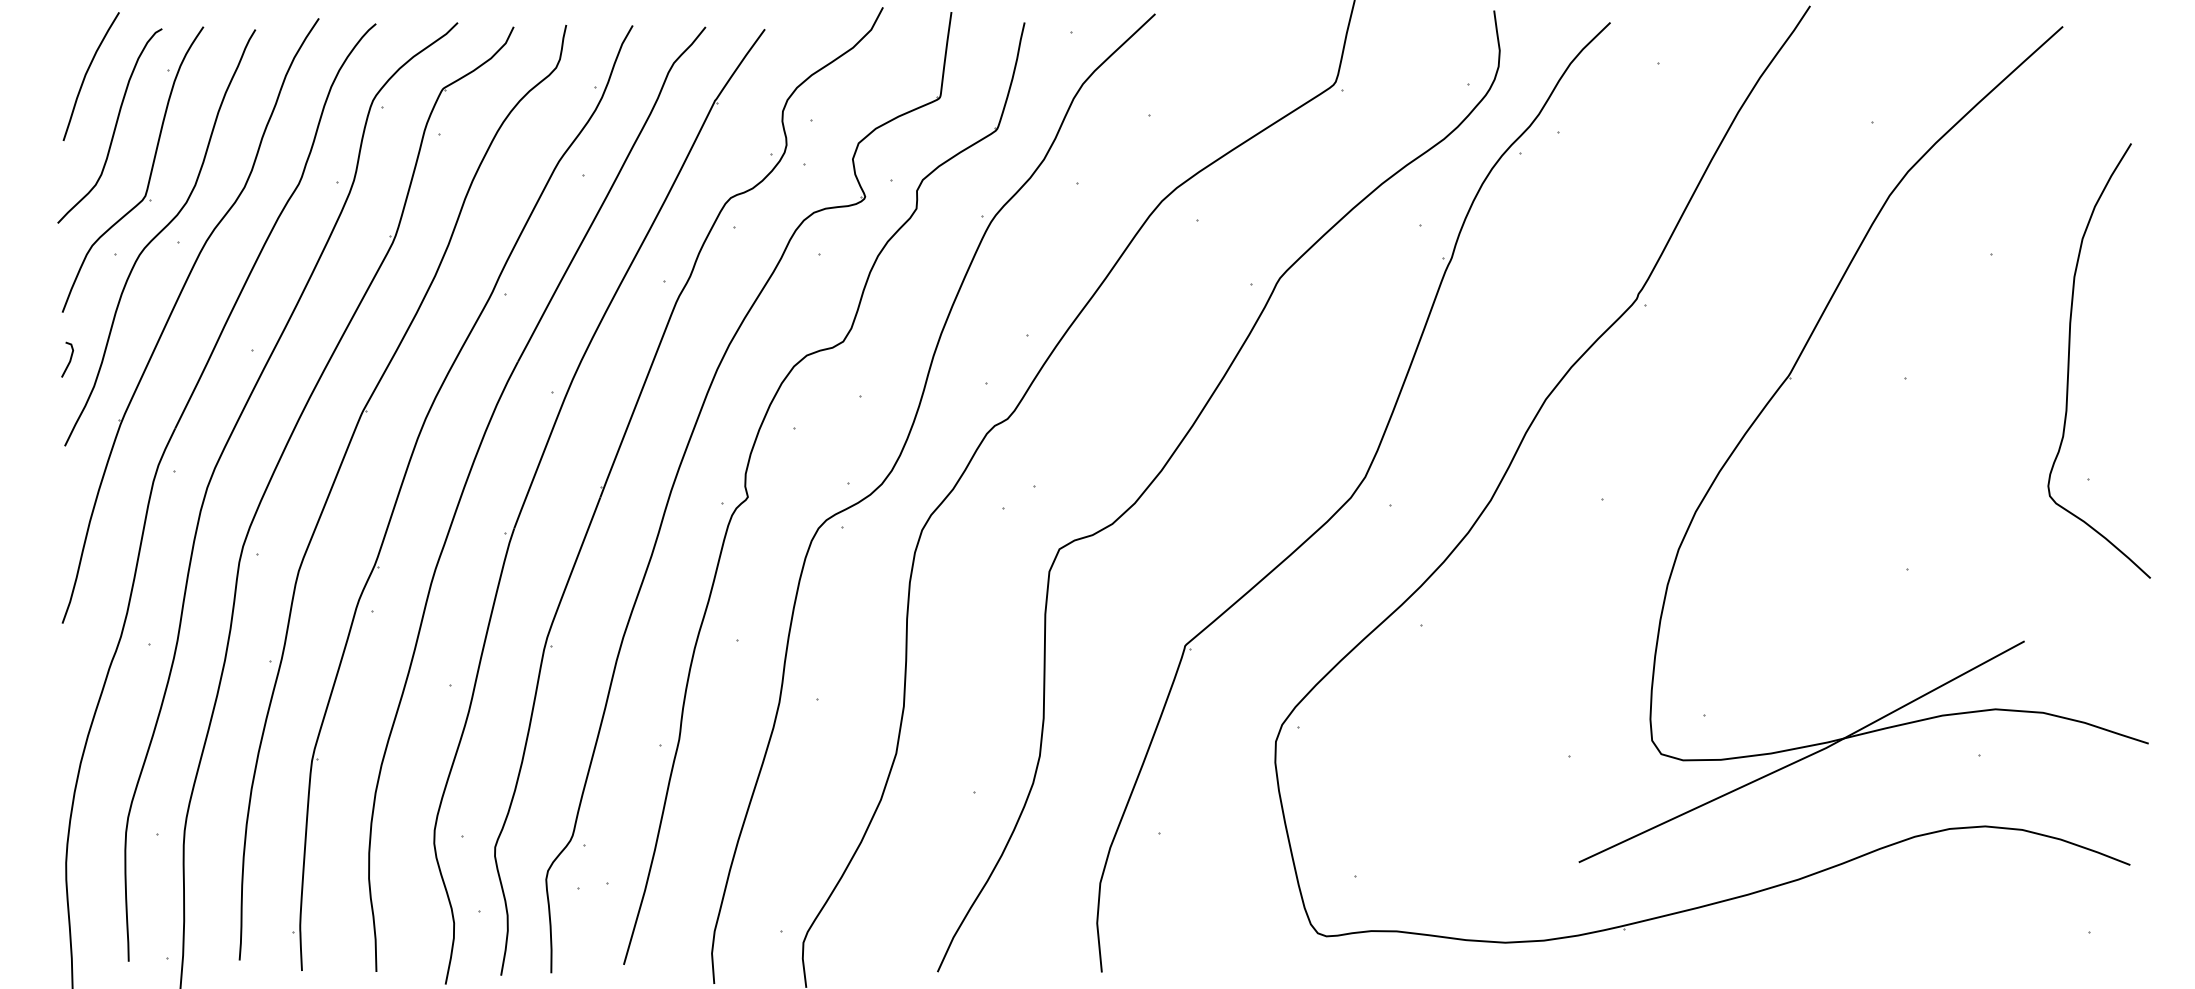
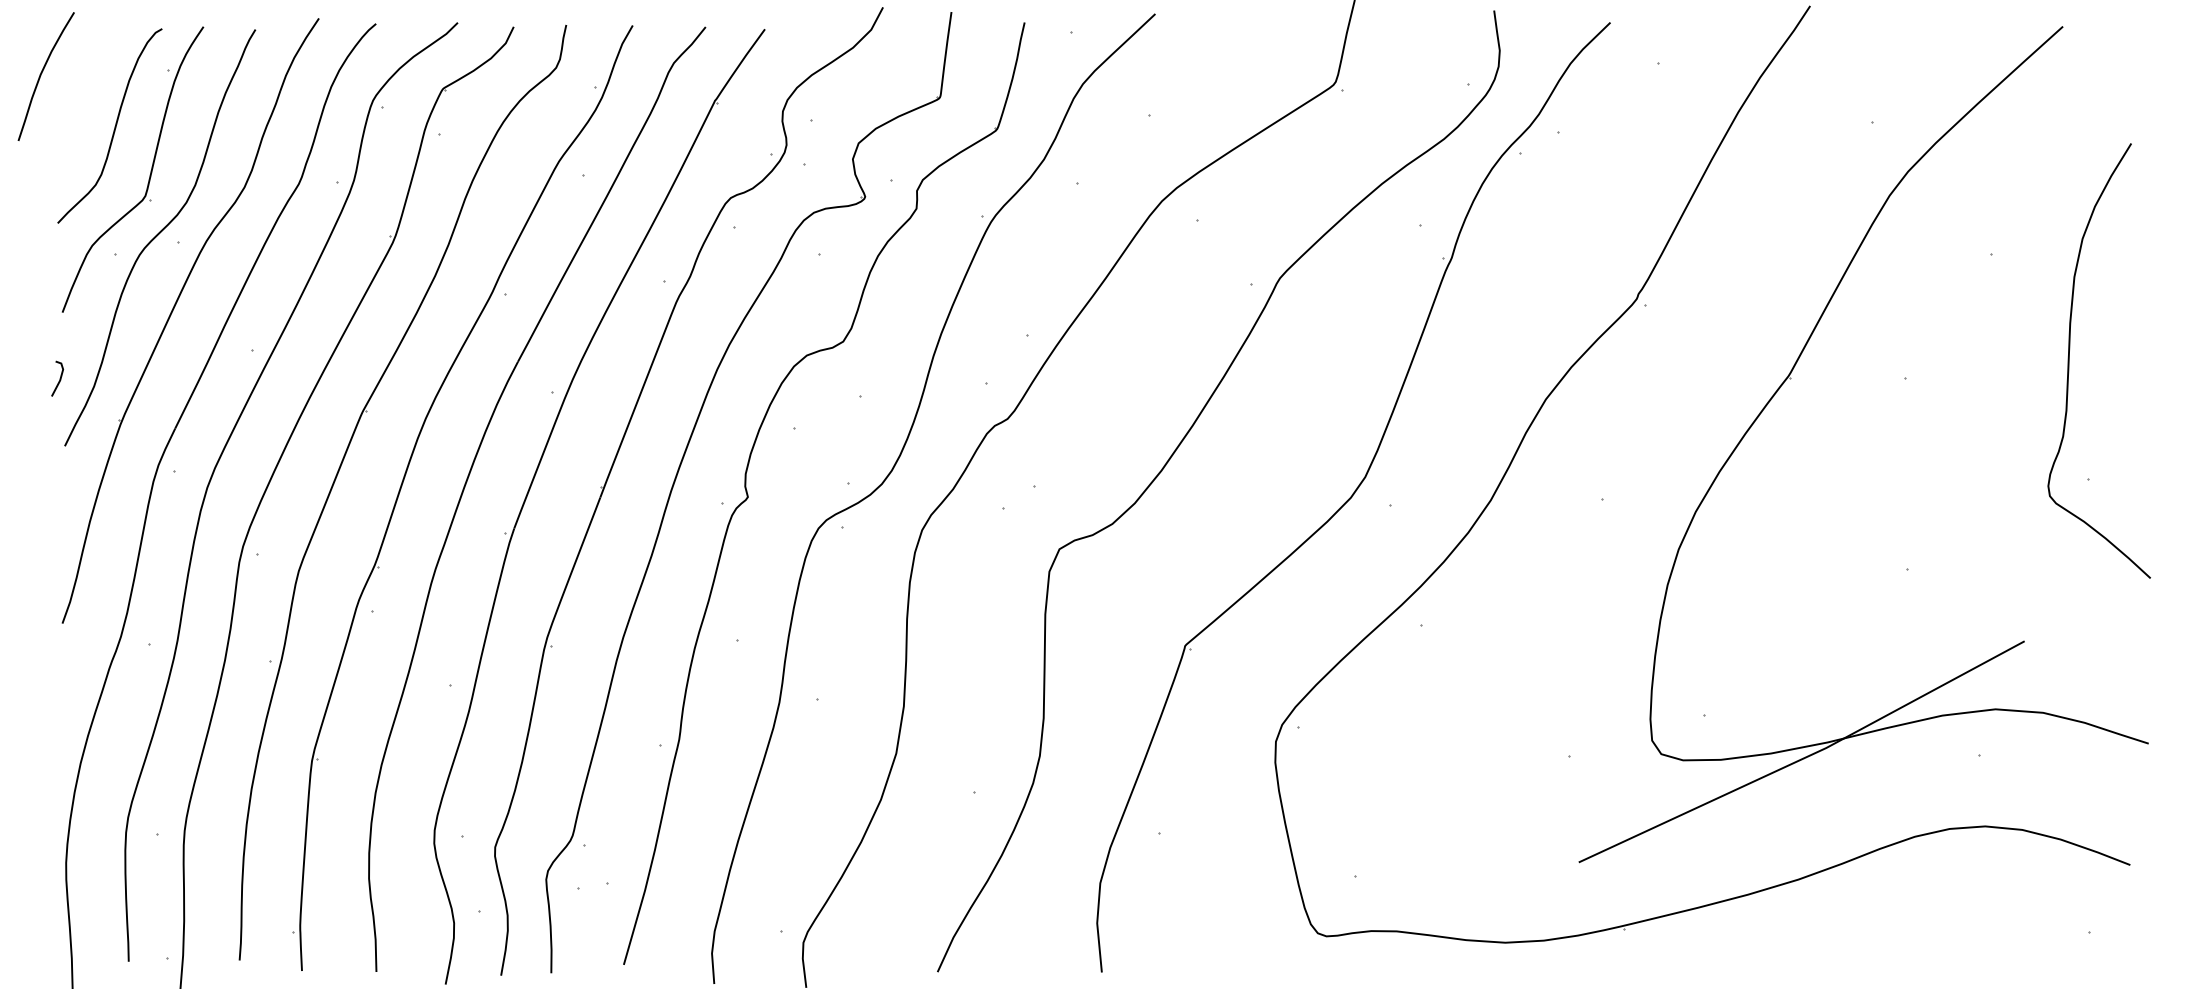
curve at (86, 75) position: (86, 75) -> (41, 75)
line at (69, 359) position: (69, 359) -> (59, 378)
